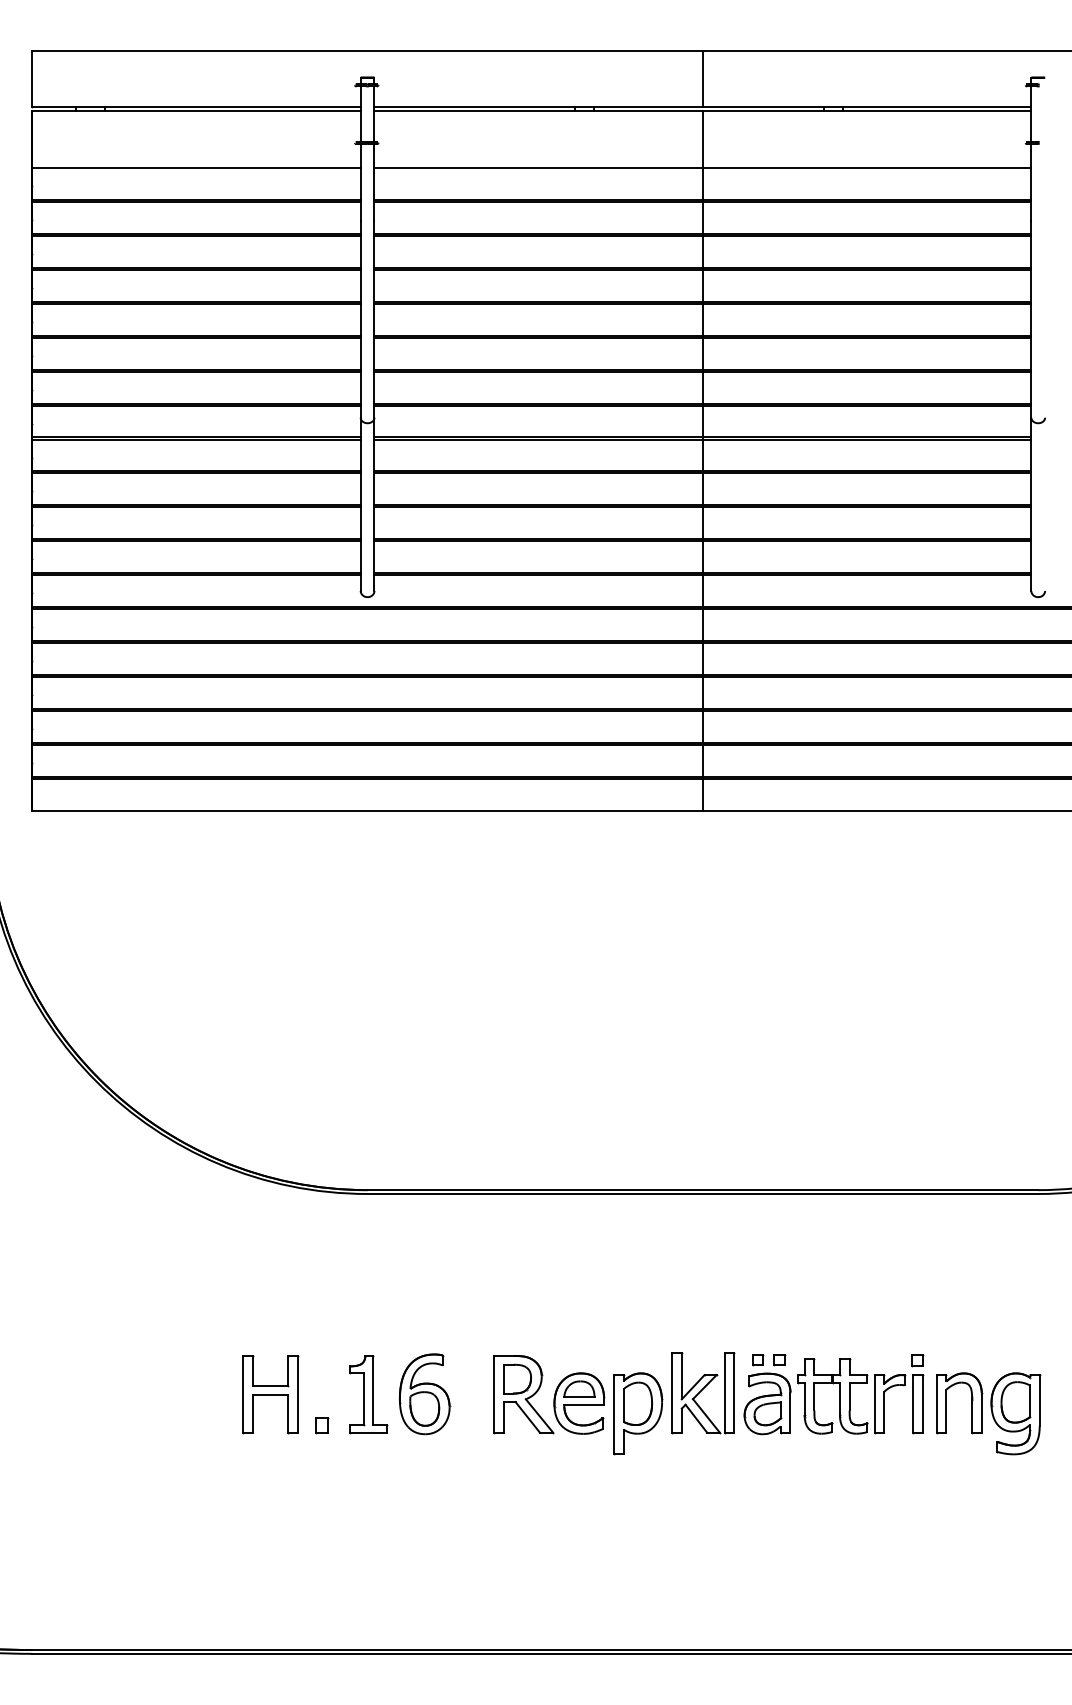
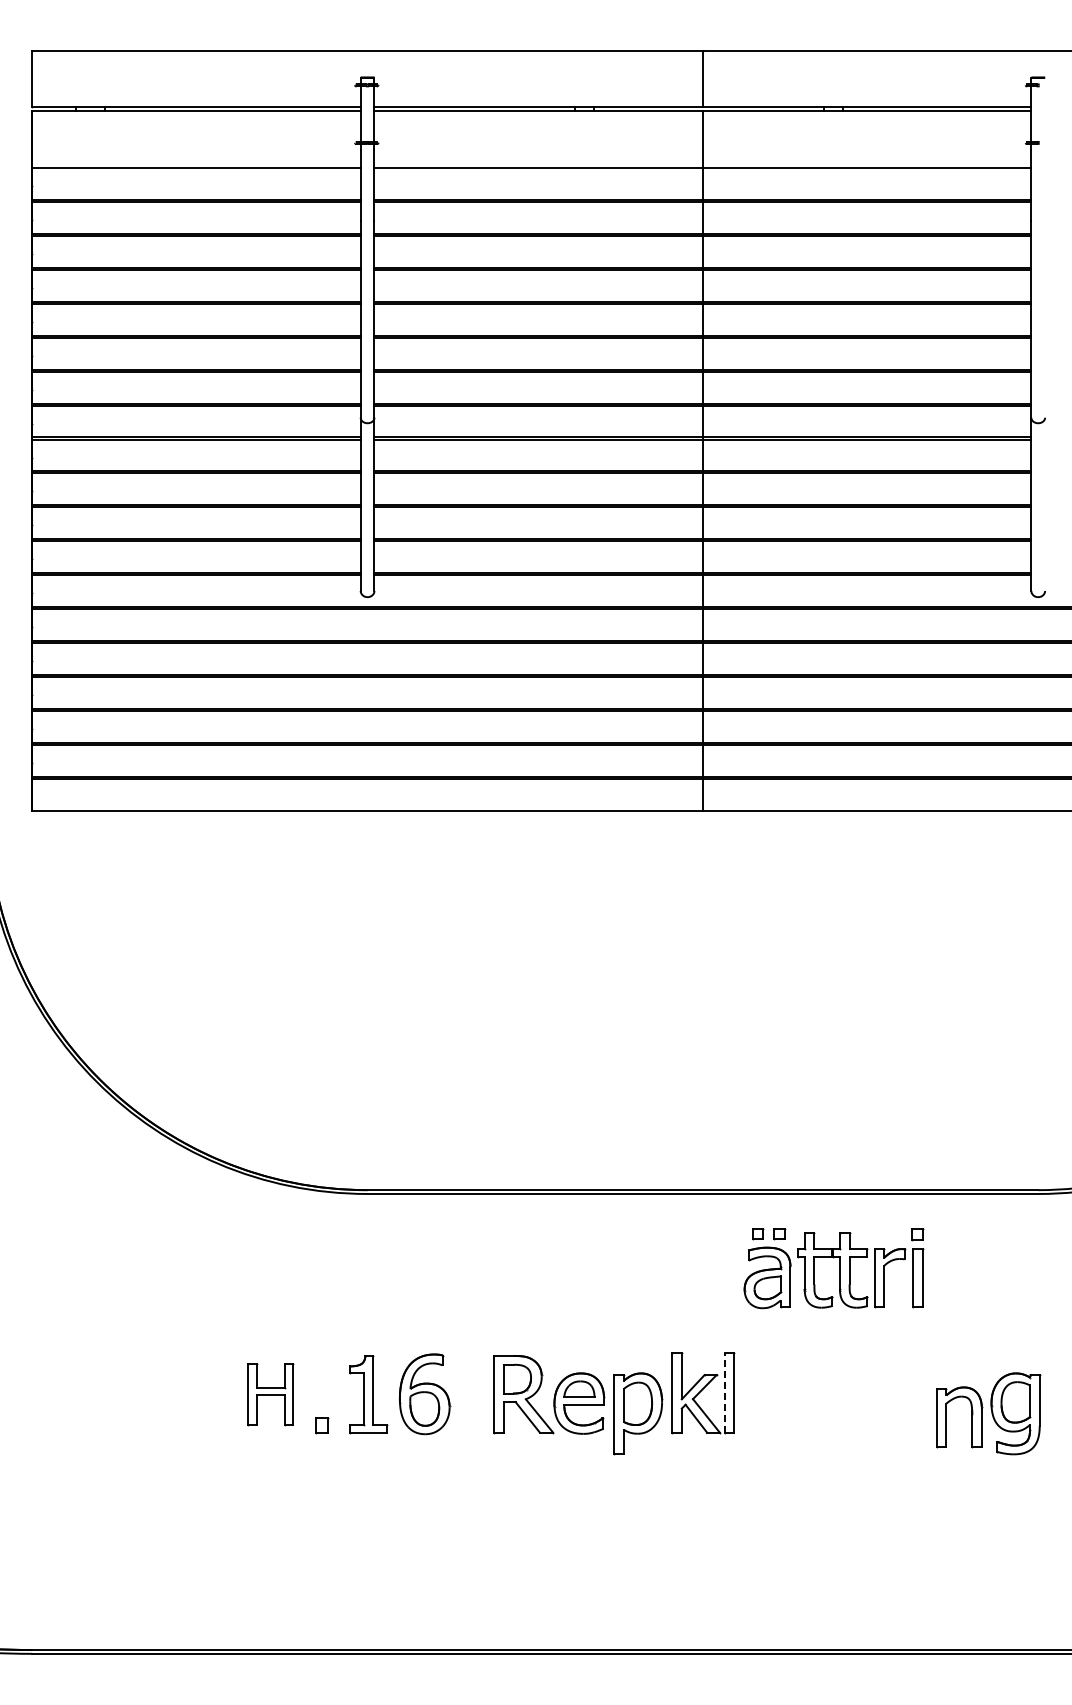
line at (724, 1392): solid -> dashed
part at (270, 1394) size: 58x80 px -> 48x64 px
part at (833, 1394) position: (833, 1394) -> (833, 1268)
part at (971, 1403) position: (971, 1403) -> (971, 1417)
